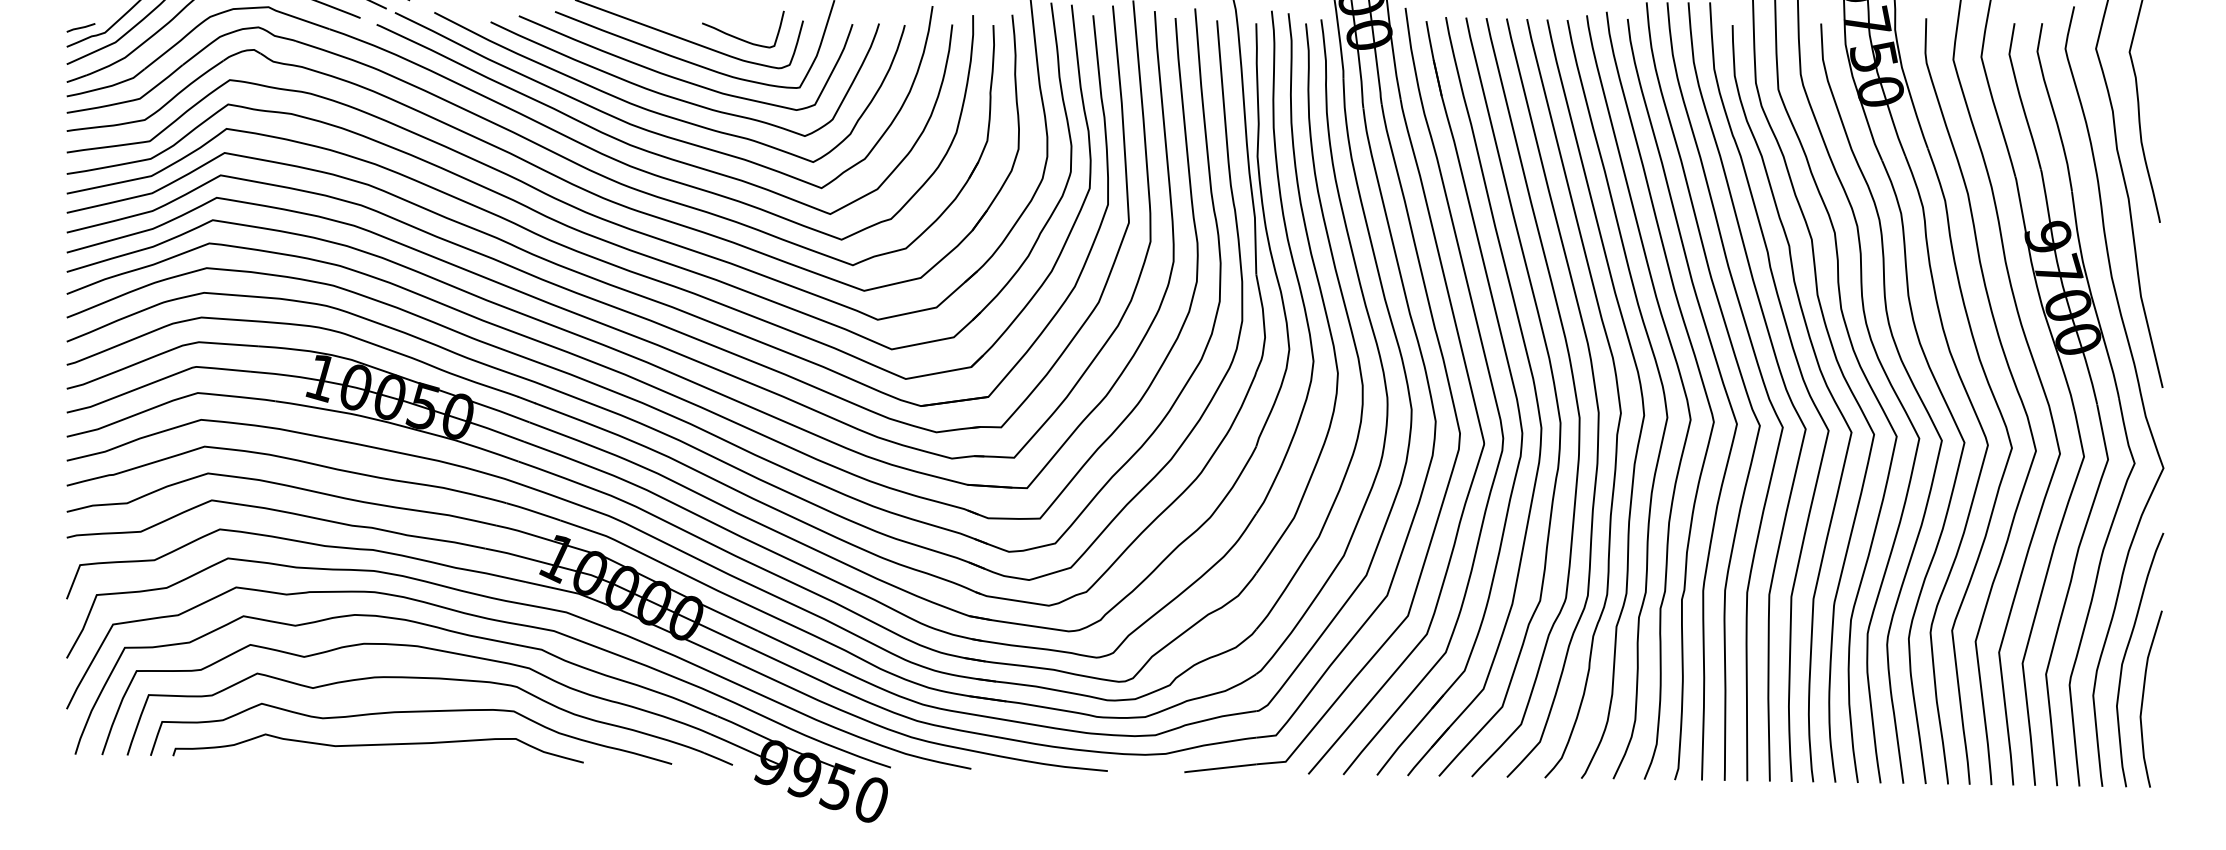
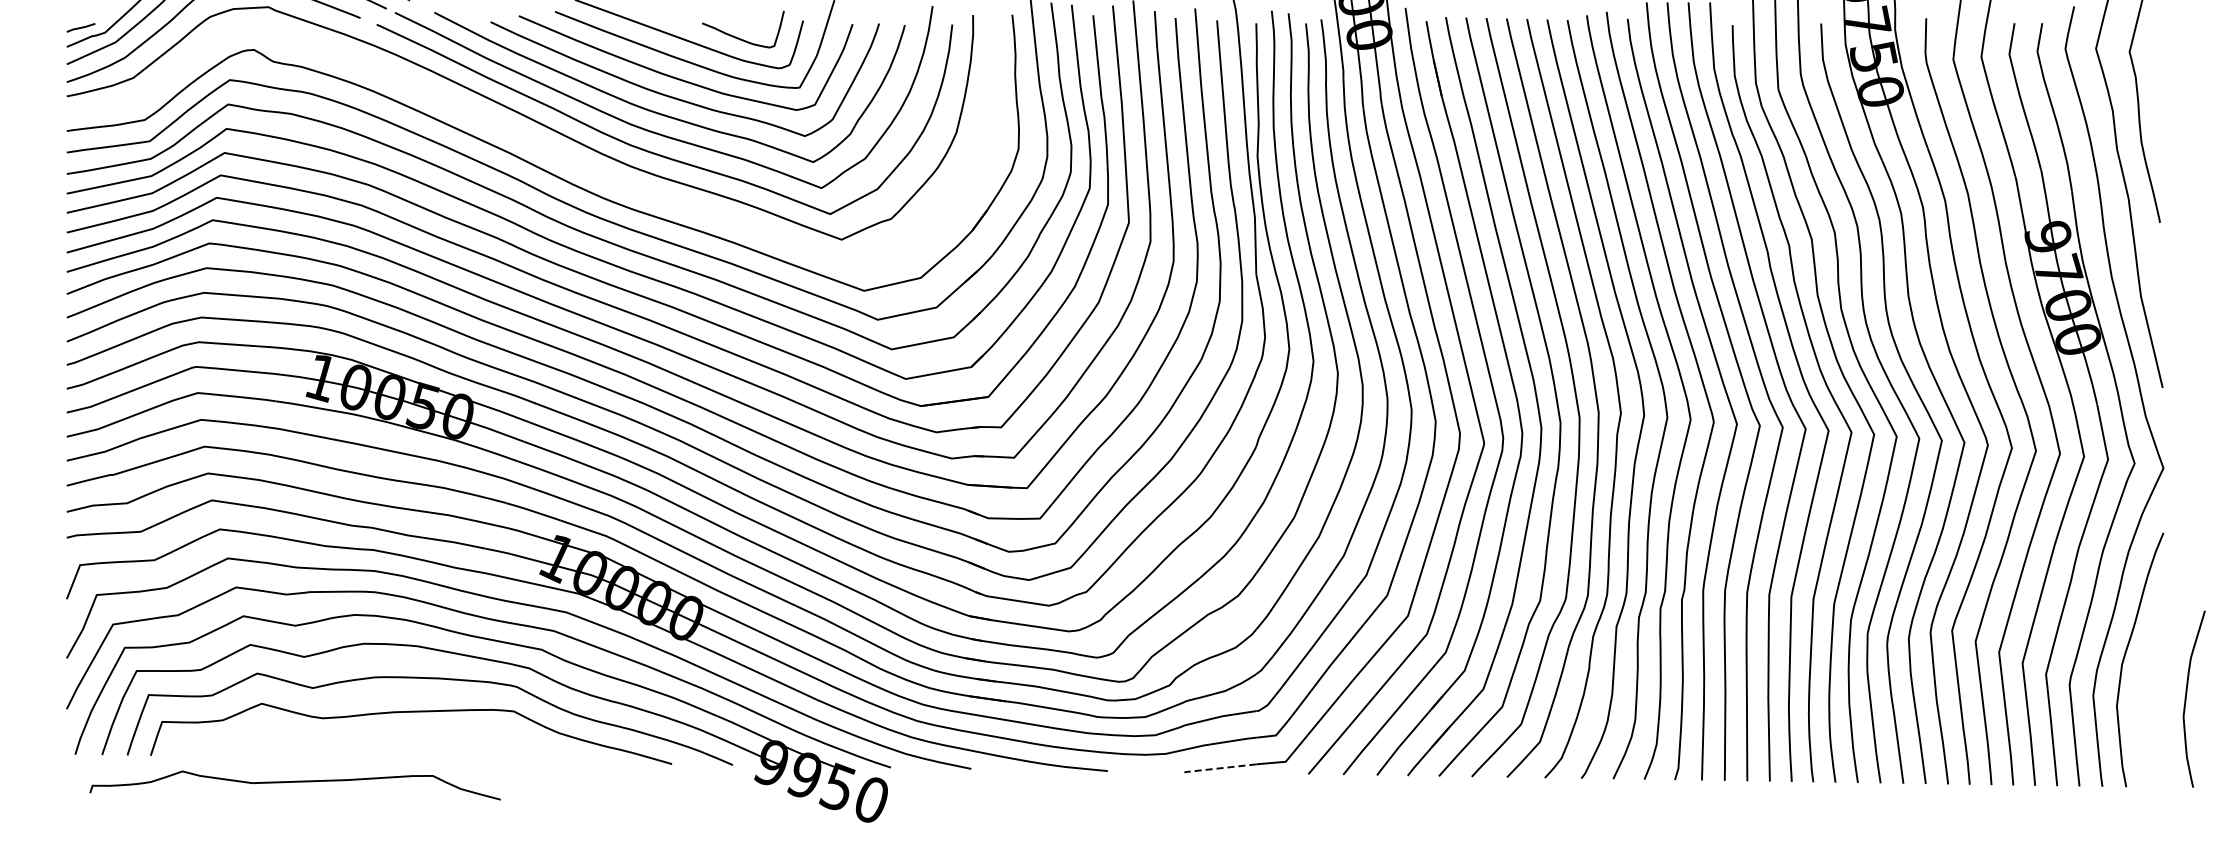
part at (530, 145): present -> none
curve at (2143, 698) position: (2143, 698) -> (2186, 698)
curve at (377, 745) position: (377, 745) -> (294, 782)
line at (1220, 768): solid -> dashed
